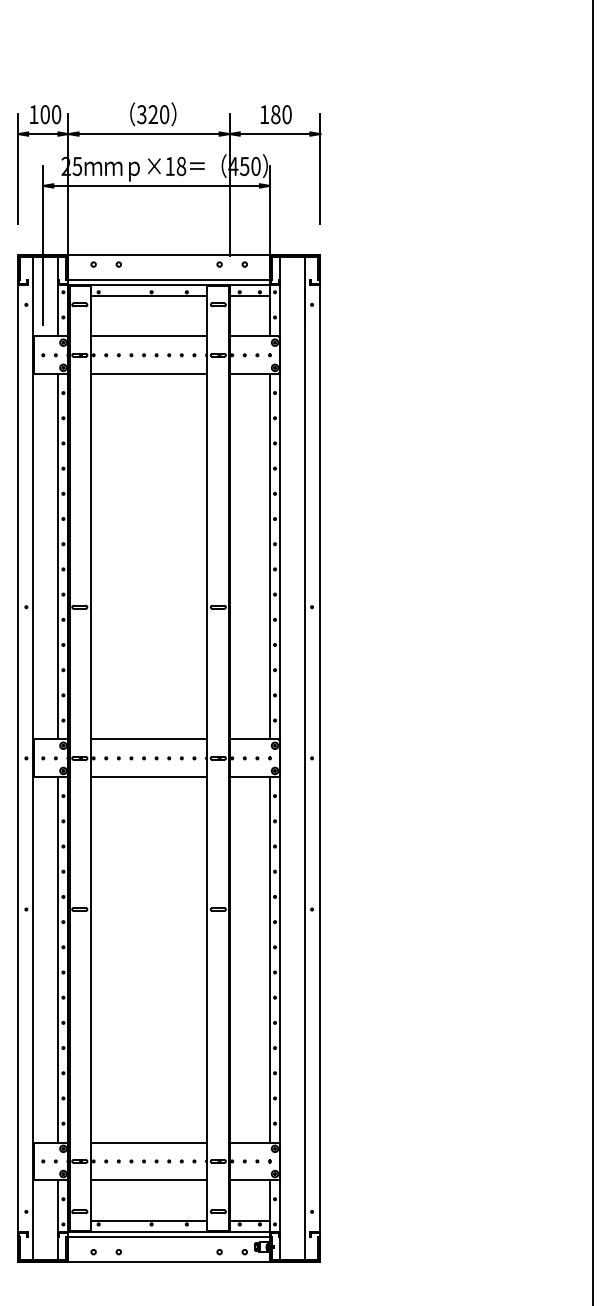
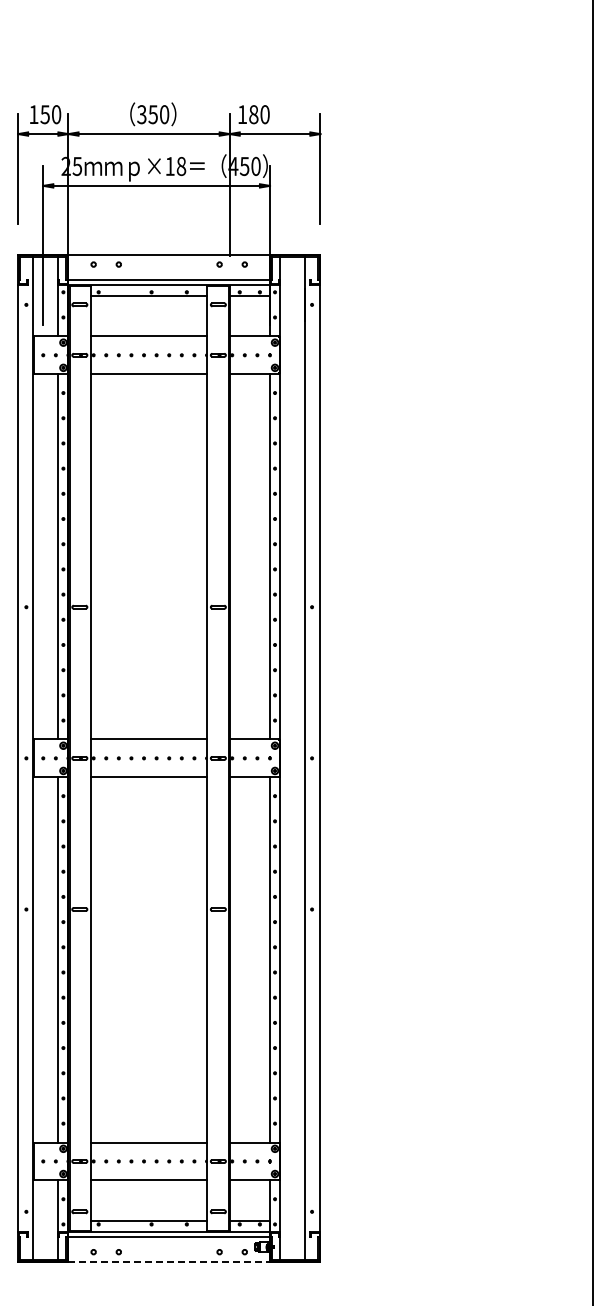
text at (44, 114): 100 -> 150
text at (152, 114): 320 -> 350
text at (275, 114) position: (275, 114) -> (253, 114)
line at (169, 1262): solid -> dashed
